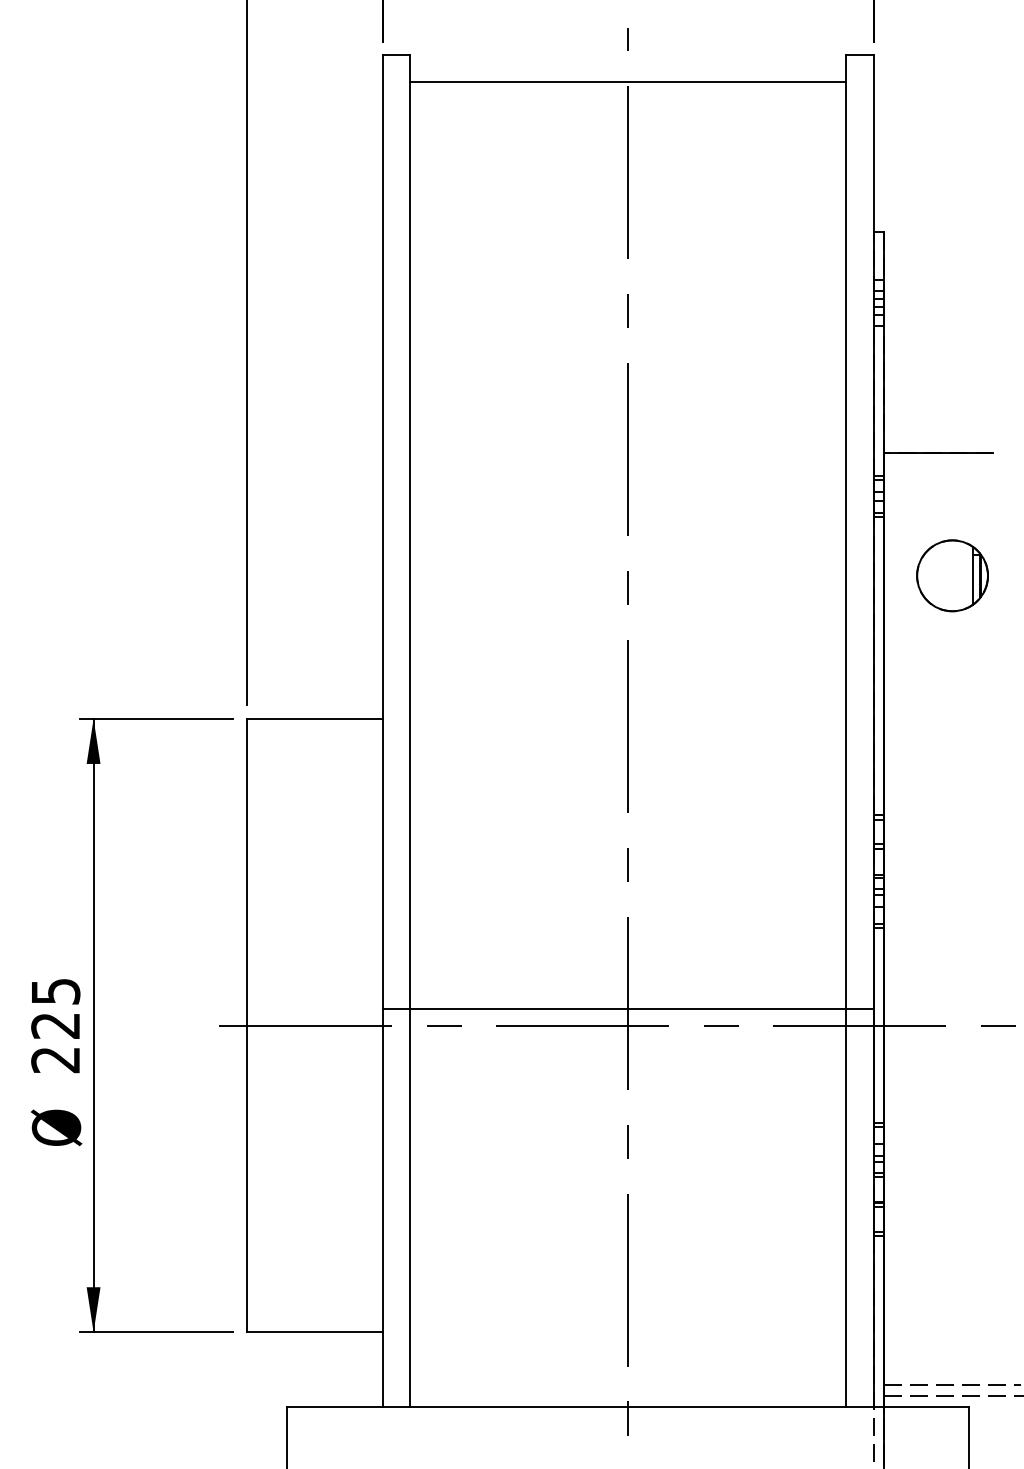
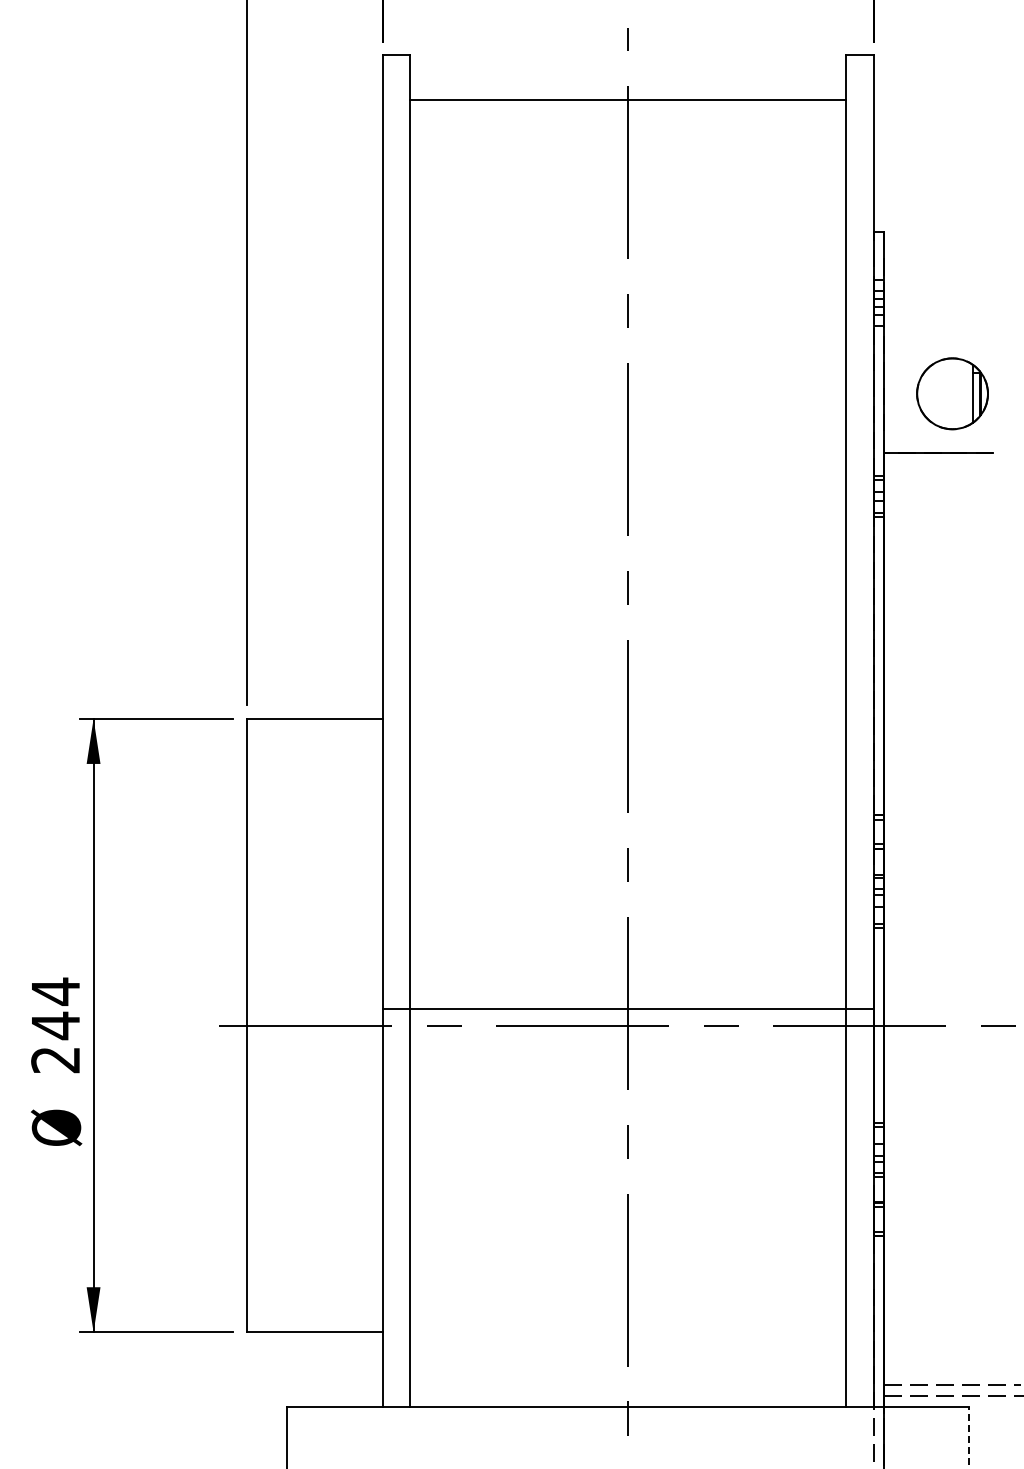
line at (628, 82) position: (628, 82) -> (628, 100)
part at (952, 575) position: (952, 575) -> (952, 393)
text at (55, 1008): 225 -> 244
line at (968, 1437): solid -> dashed
